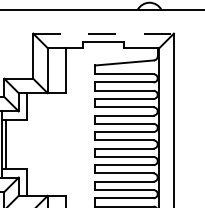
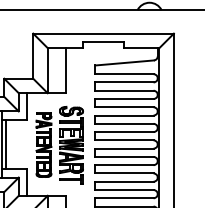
line at (104, 33): dashed -> solid
part at (59, 145): none -> present
